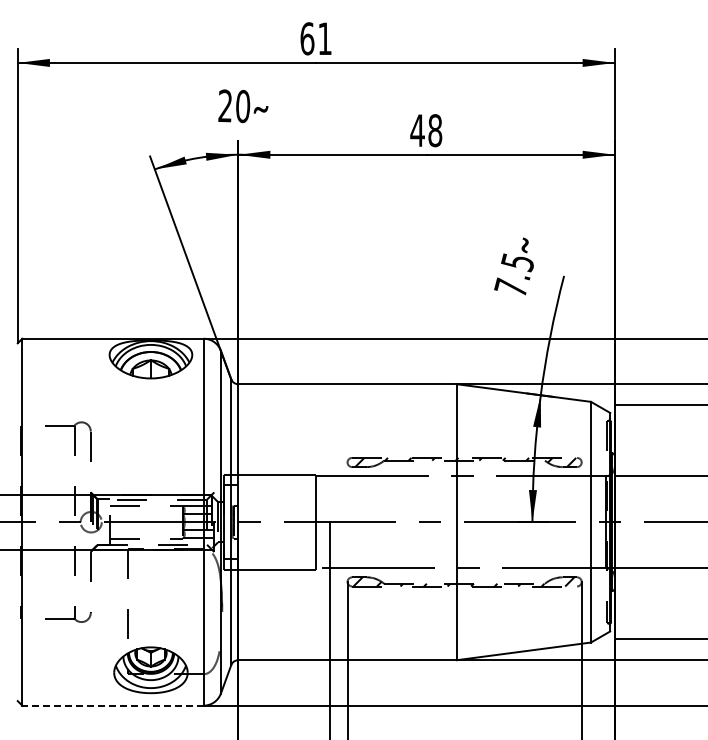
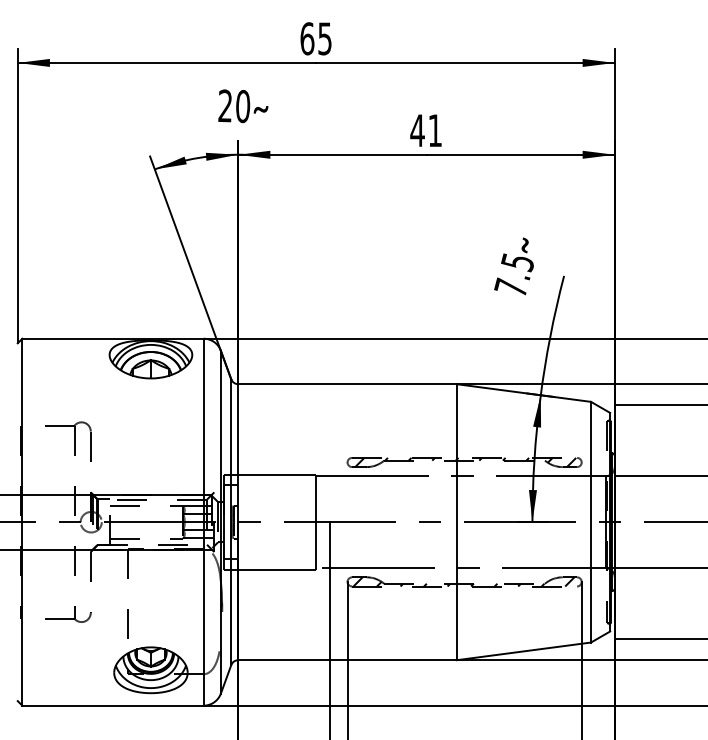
text at (324, 38): 61 -> 65
text at (435, 130): 48 -> 41
line at (113, 705): dashed -> solid
